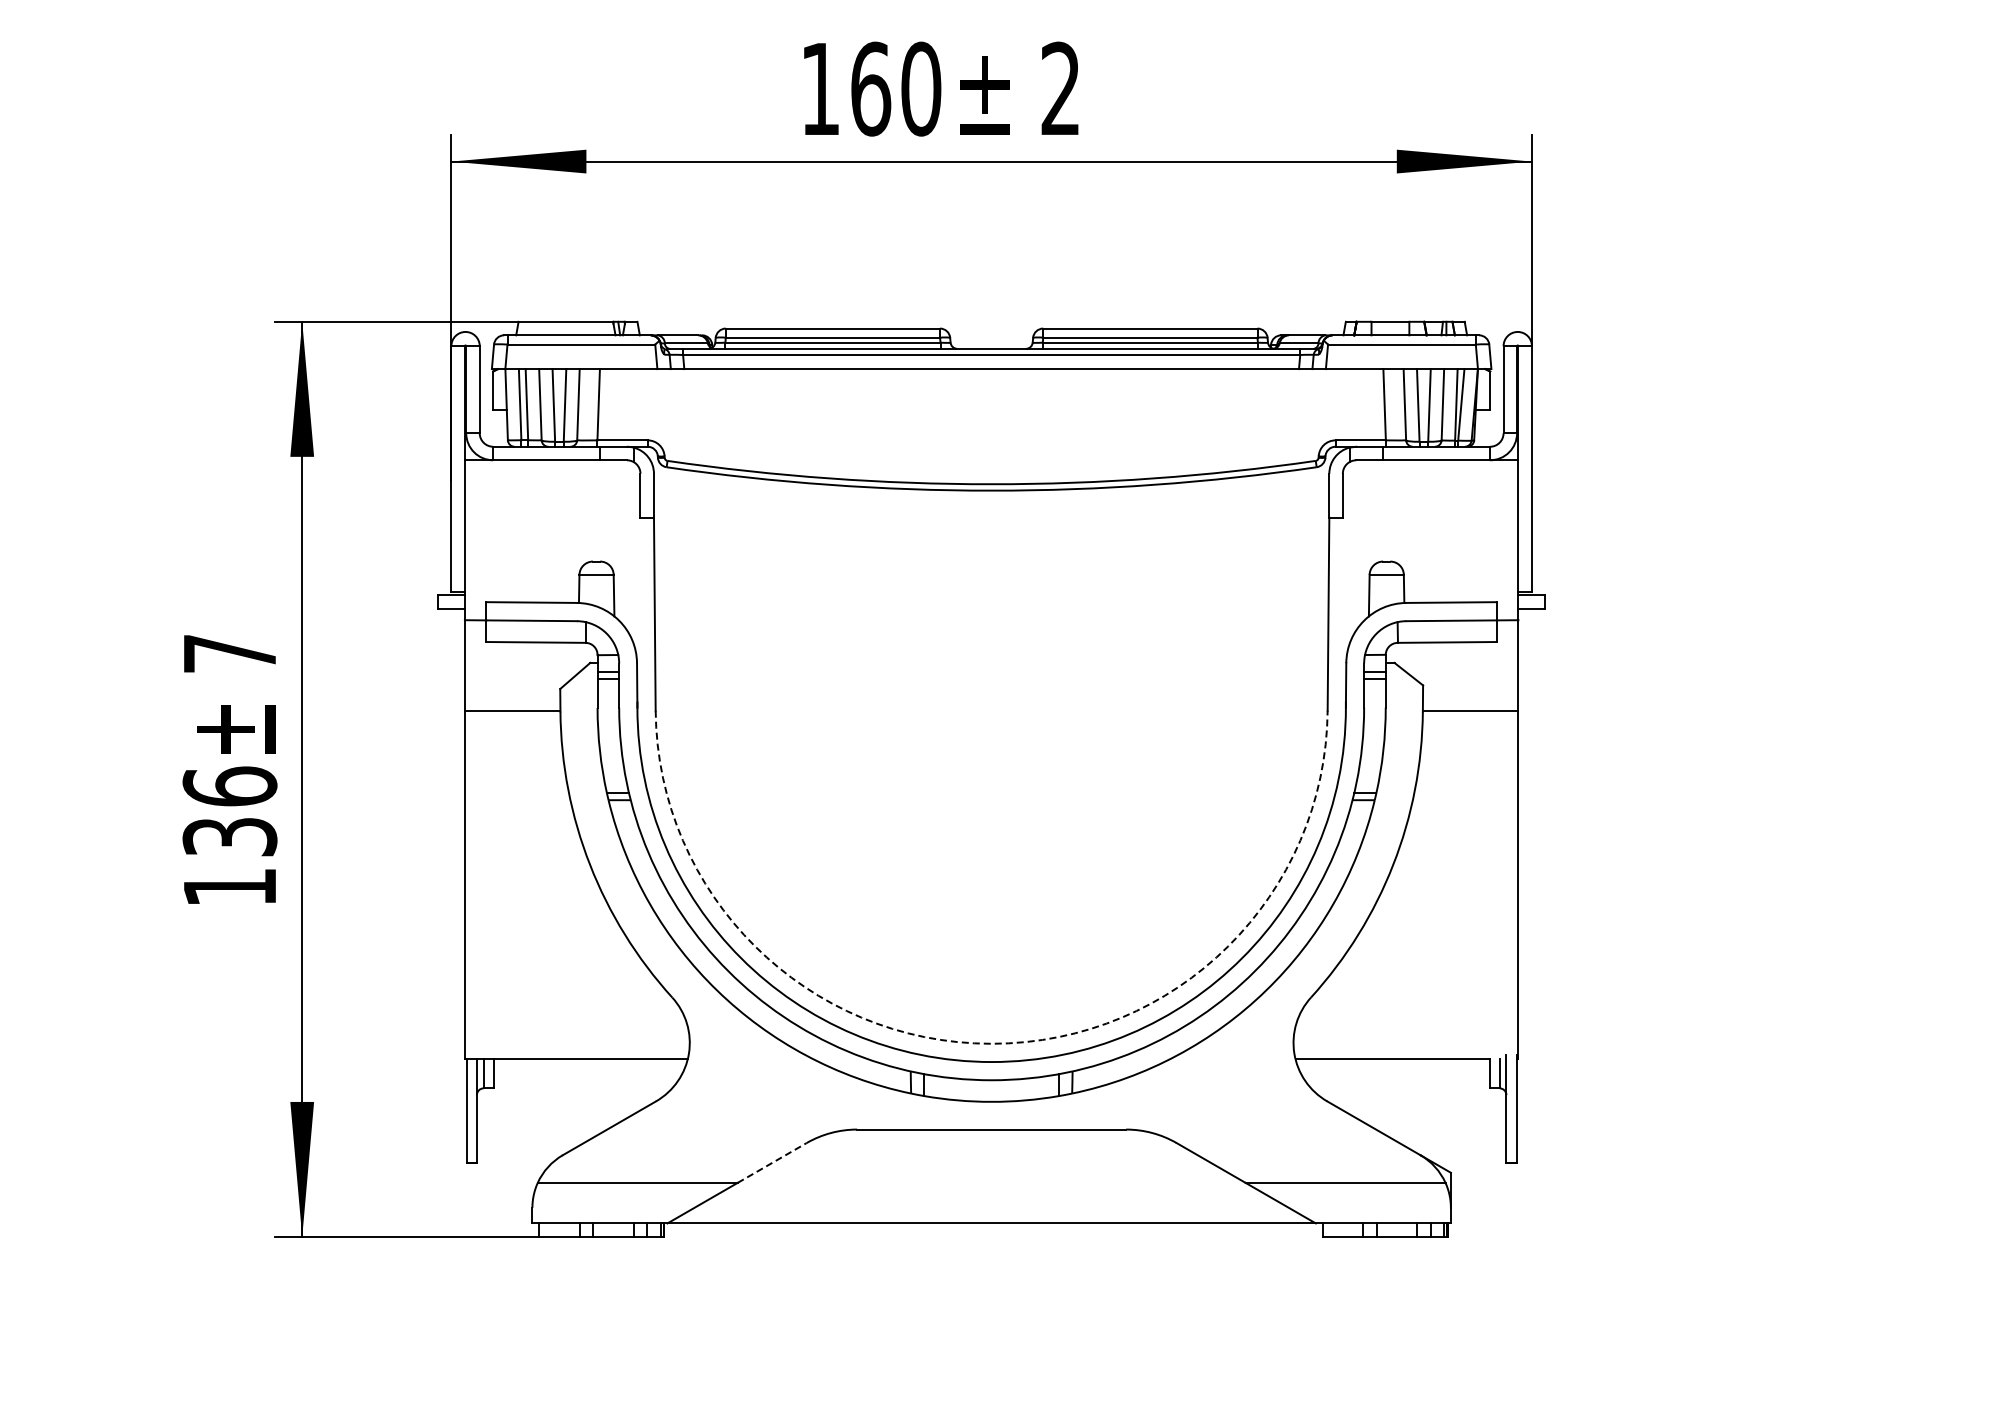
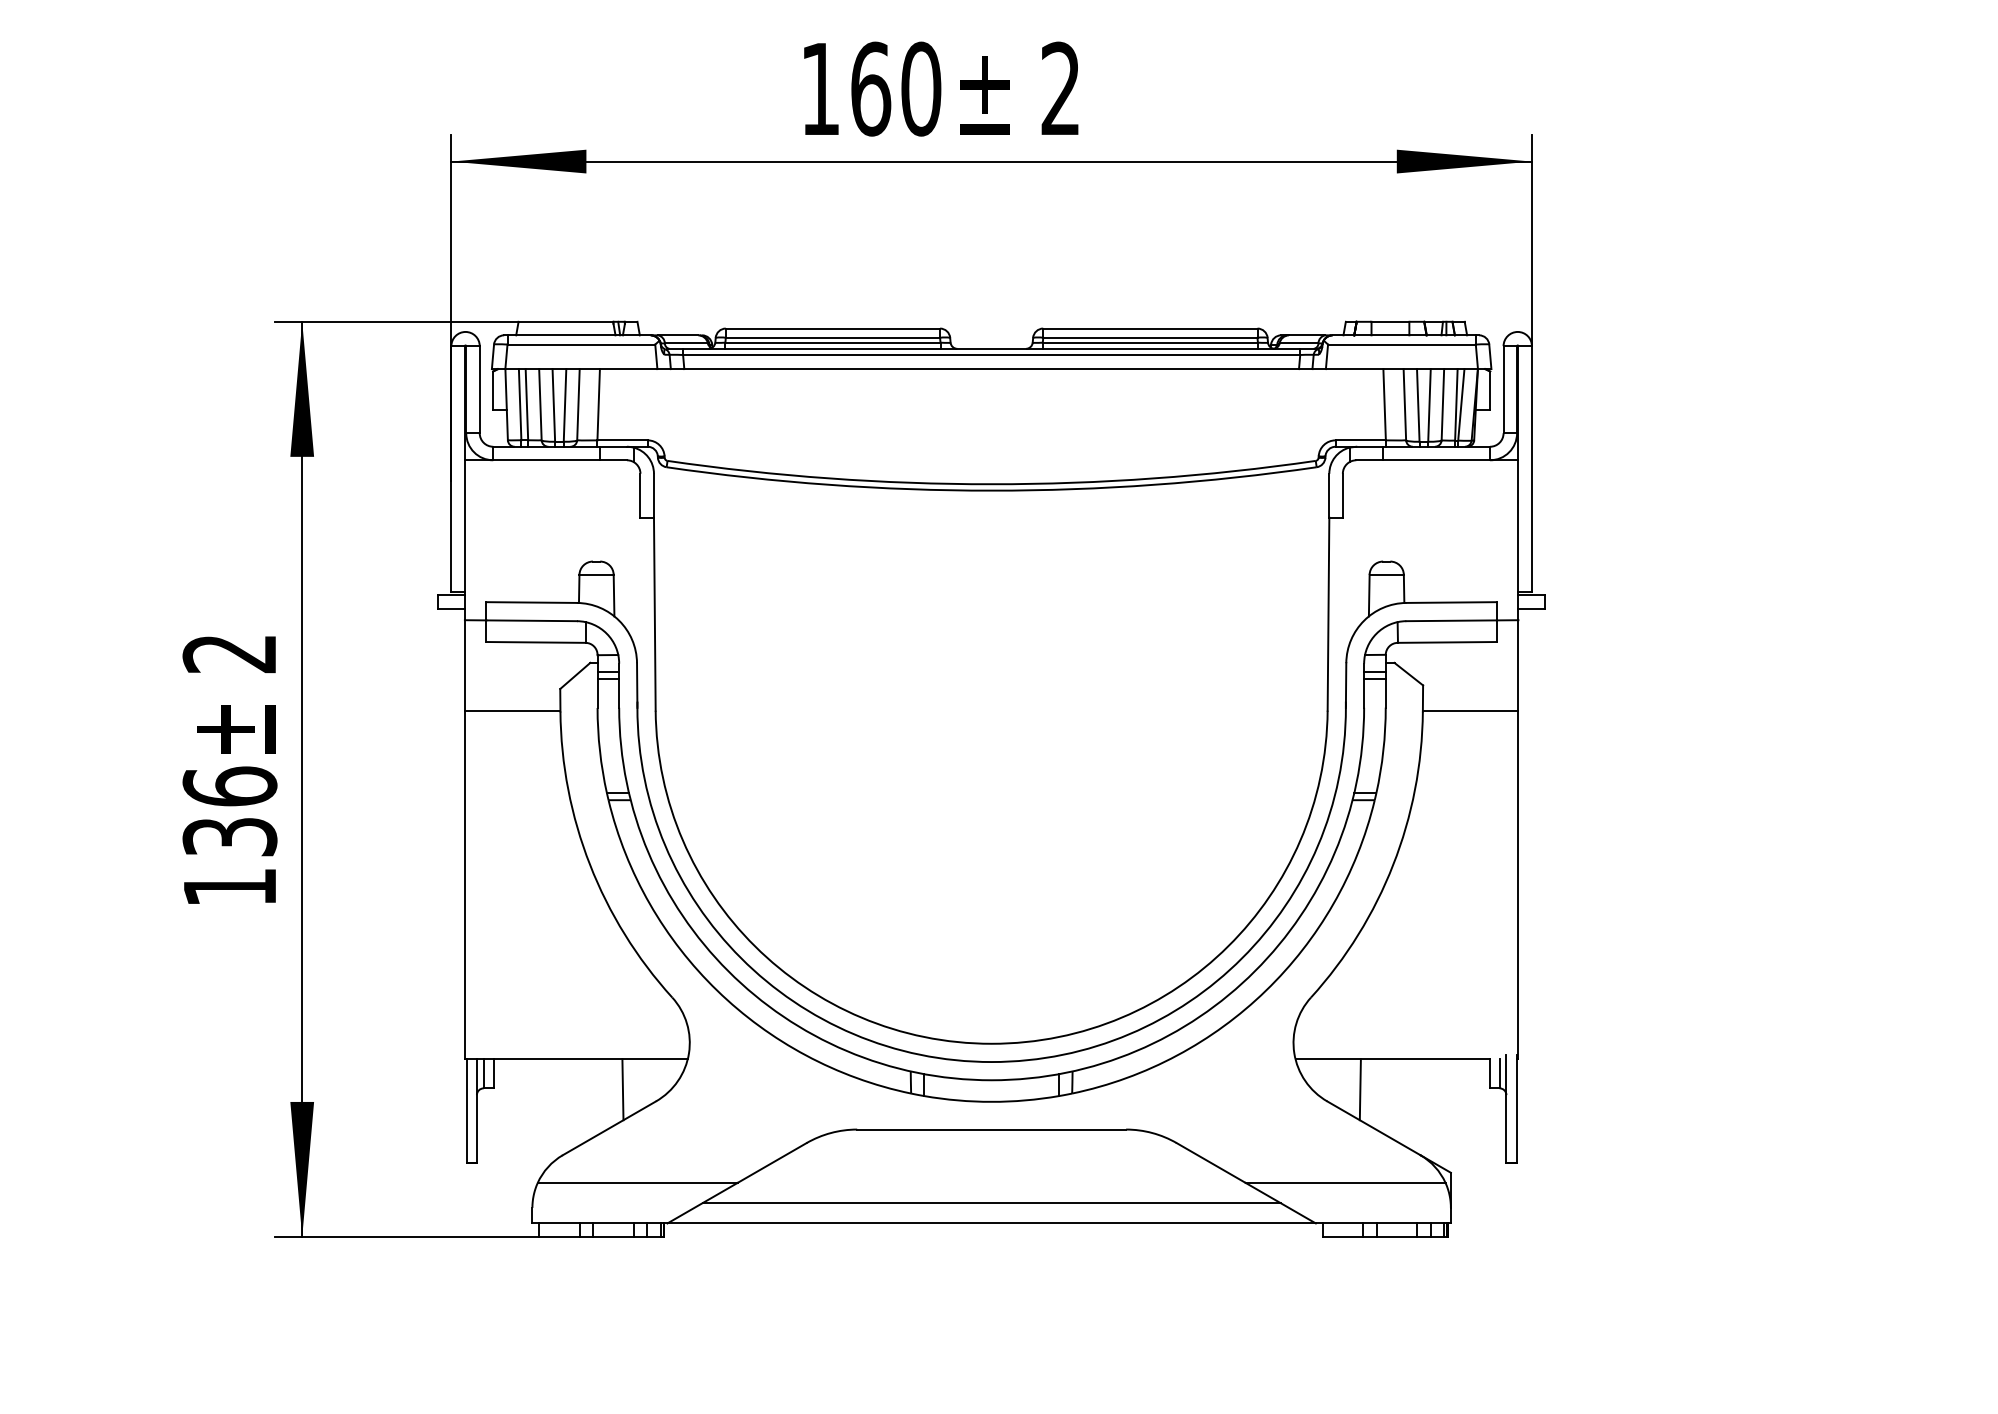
text at (228, 654): 7 -> 2
arc at (991, 1043): dashed -> solid
line at (622, 1089): none -> present
line at (1359, 1089): none -> present
line at (772, 1163): dashed -> solid
line at (991, 1203): none -> present
